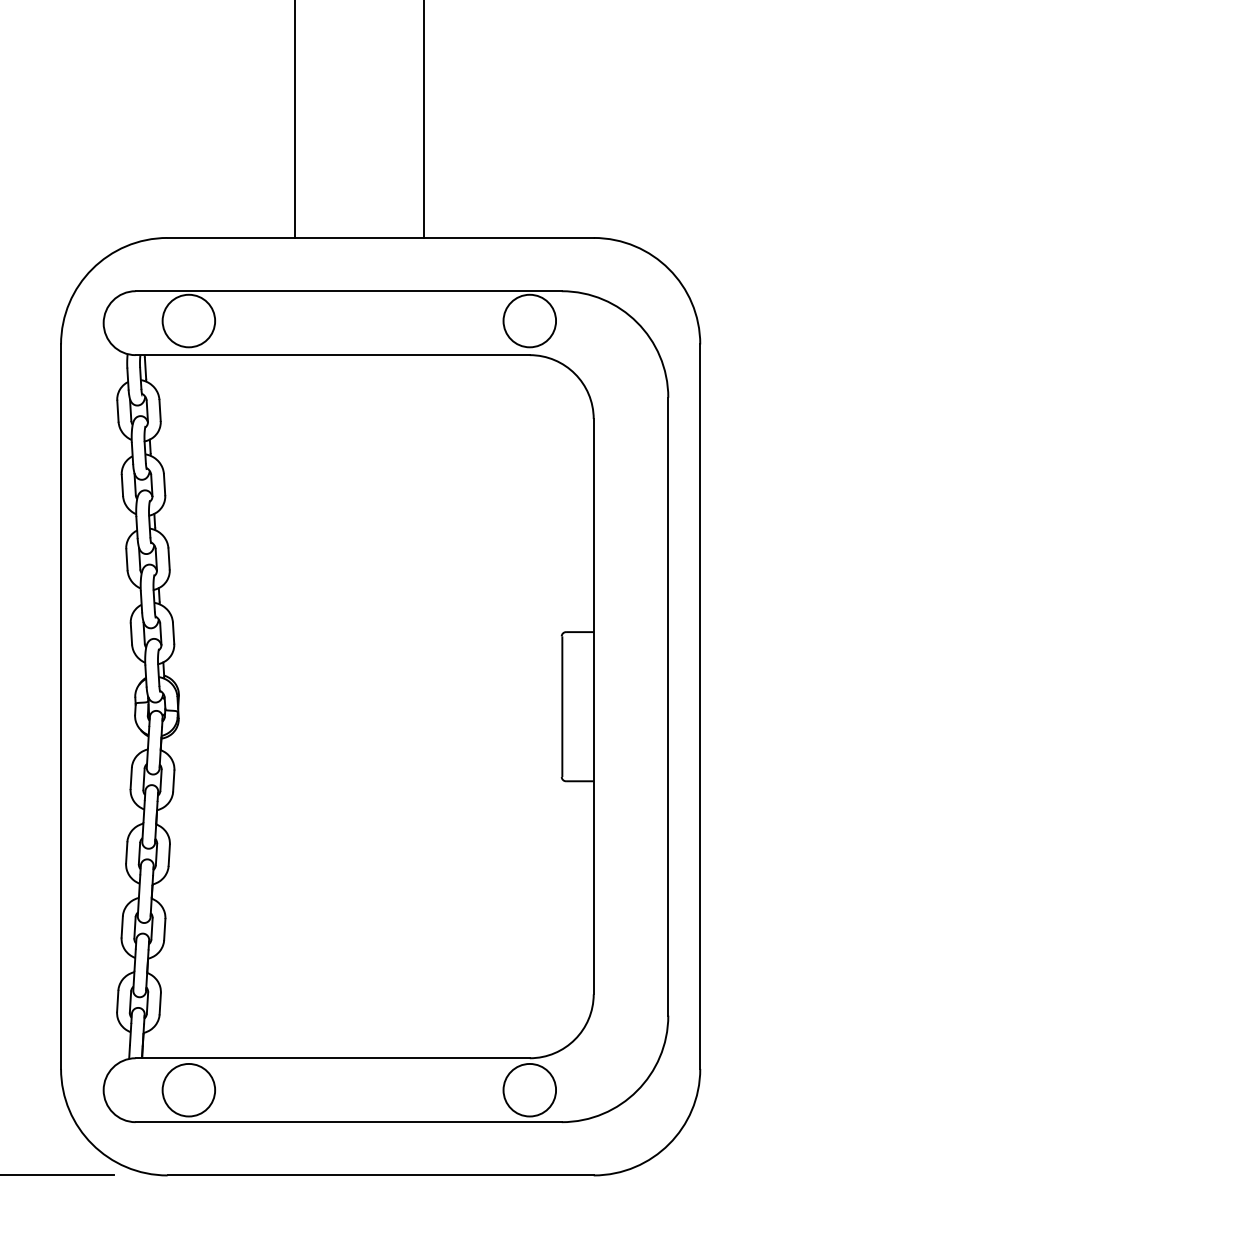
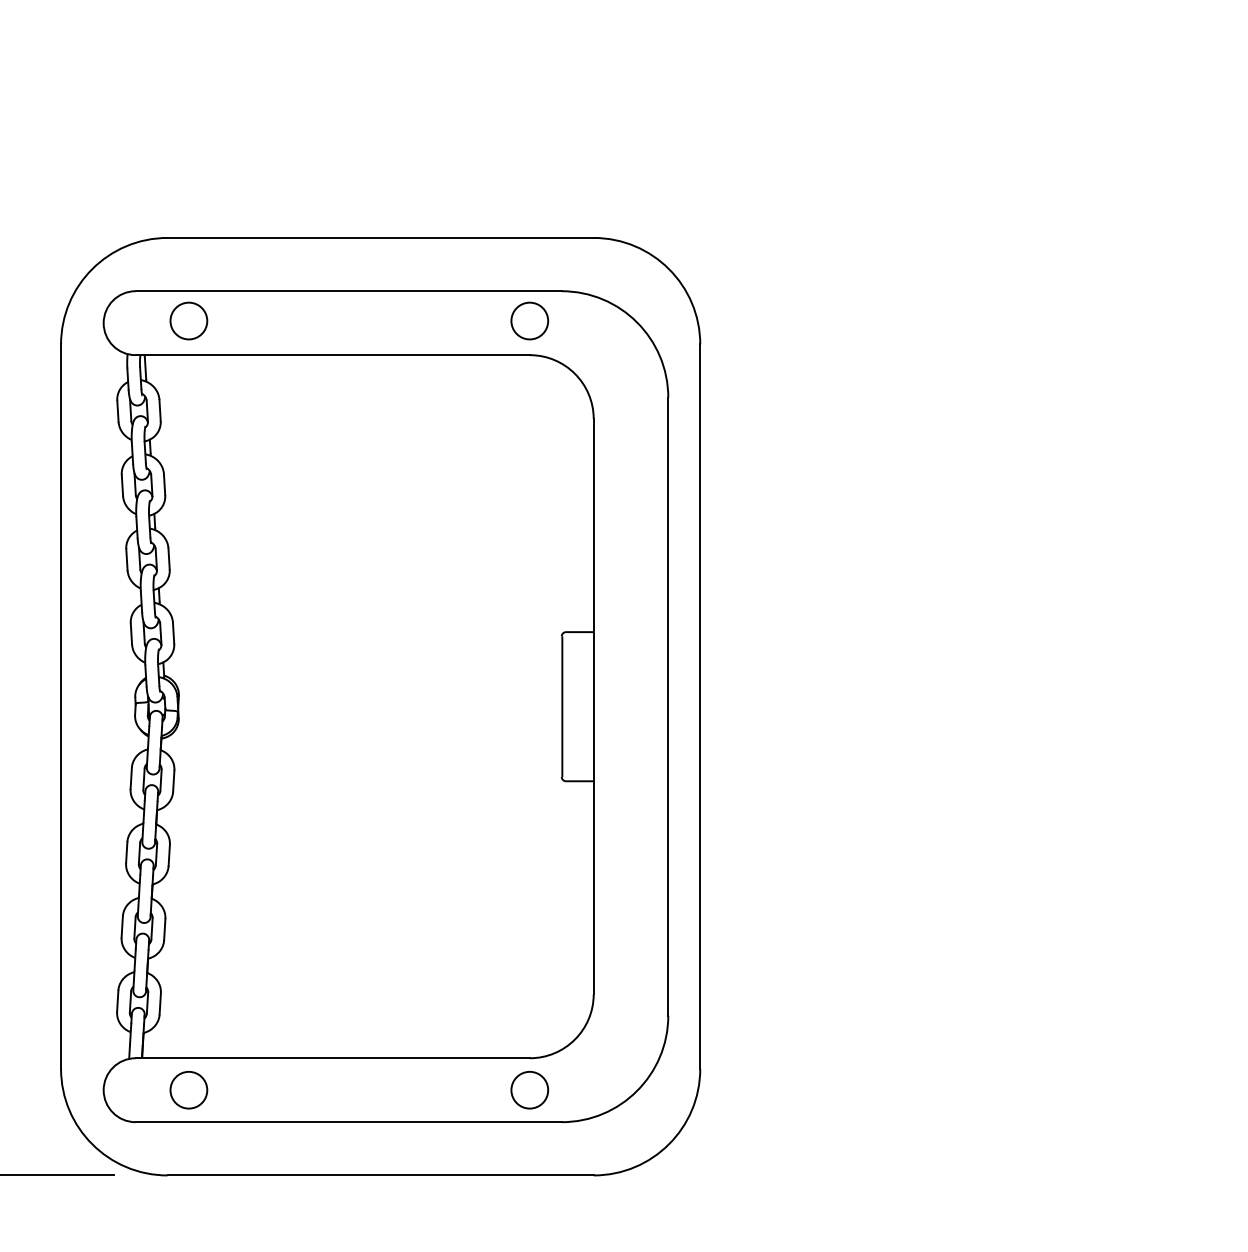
line at (295, 119): present -> none
line at (423, 119): present -> none
circle at (188, 320) diameter: 53 px -> 37 px
circle at (529, 320) diameter: 53 px -> 37 px
circle at (188, 1089) diameter: 53 px -> 37 px
circle at (529, 1089) diameter: 53 px -> 37 px
